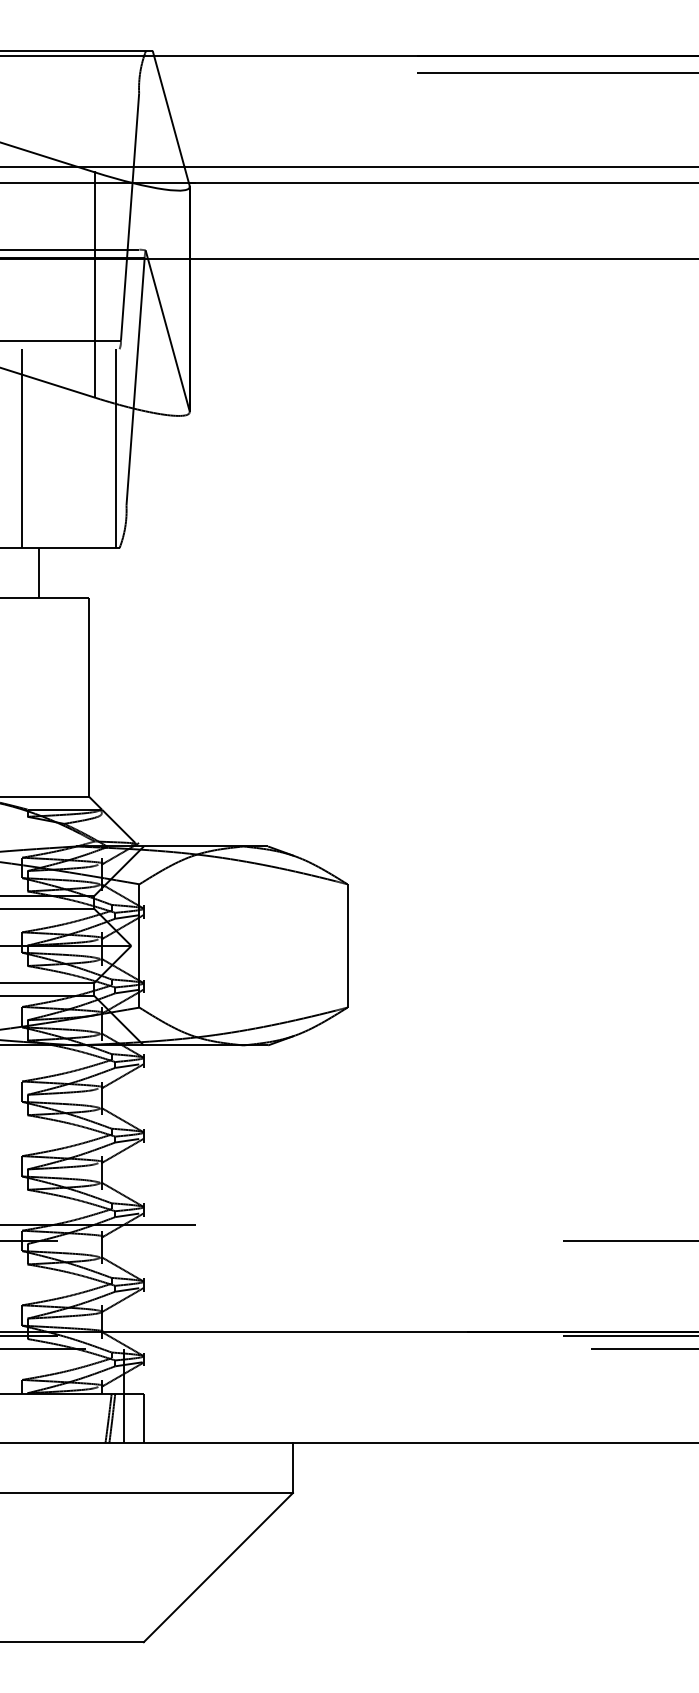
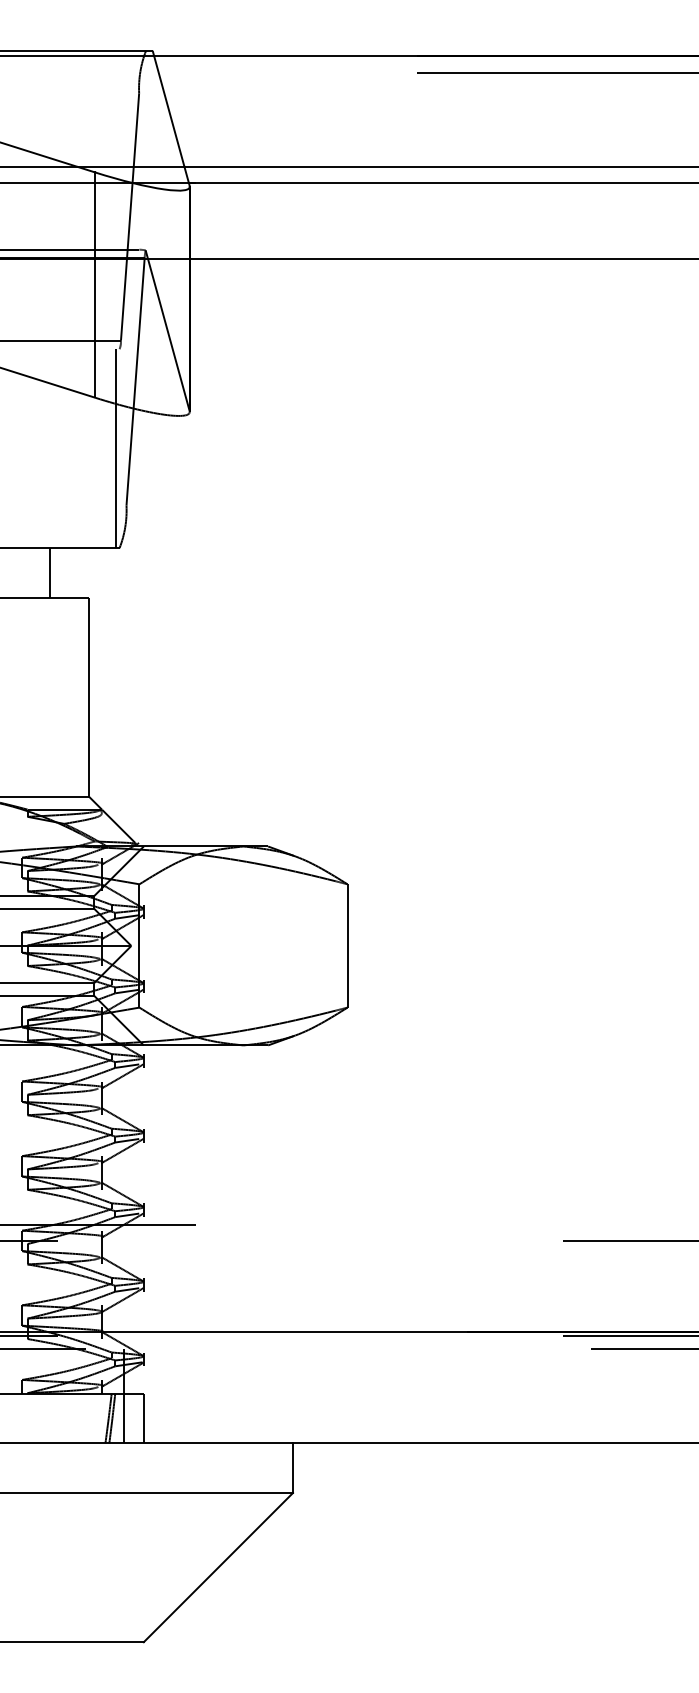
line at (22, 448): present -> none
line at (39, 572) position: (39, 572) -> (50, 572)
